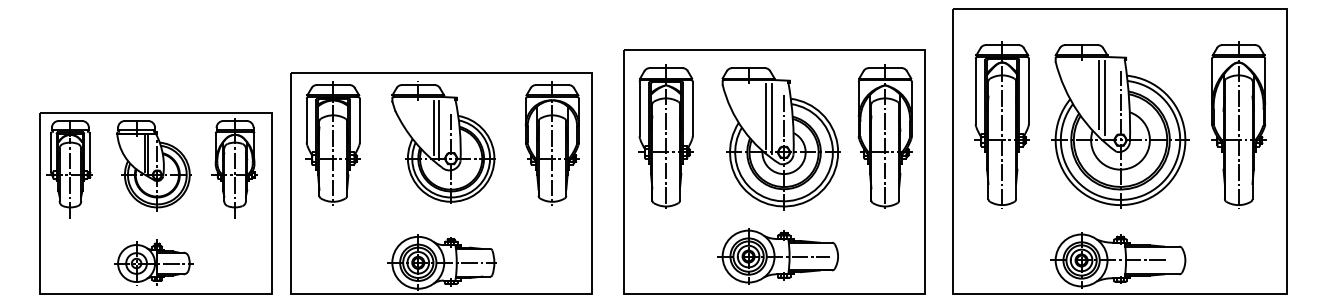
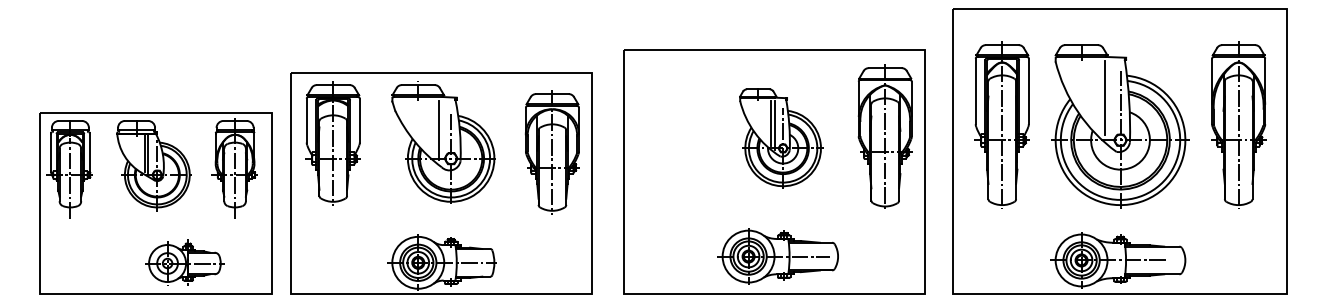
line at (1099, 95): present -> none
line at (433, 128): present -> none
part at (665, 136): present -> none
part at (780, 138) size: 120x144 px -> 85x101 px
part at (551, 143) position: (551, 143) -> (551, 152)
part at (153, 262) position: (153, 262) -> (184, 262)
